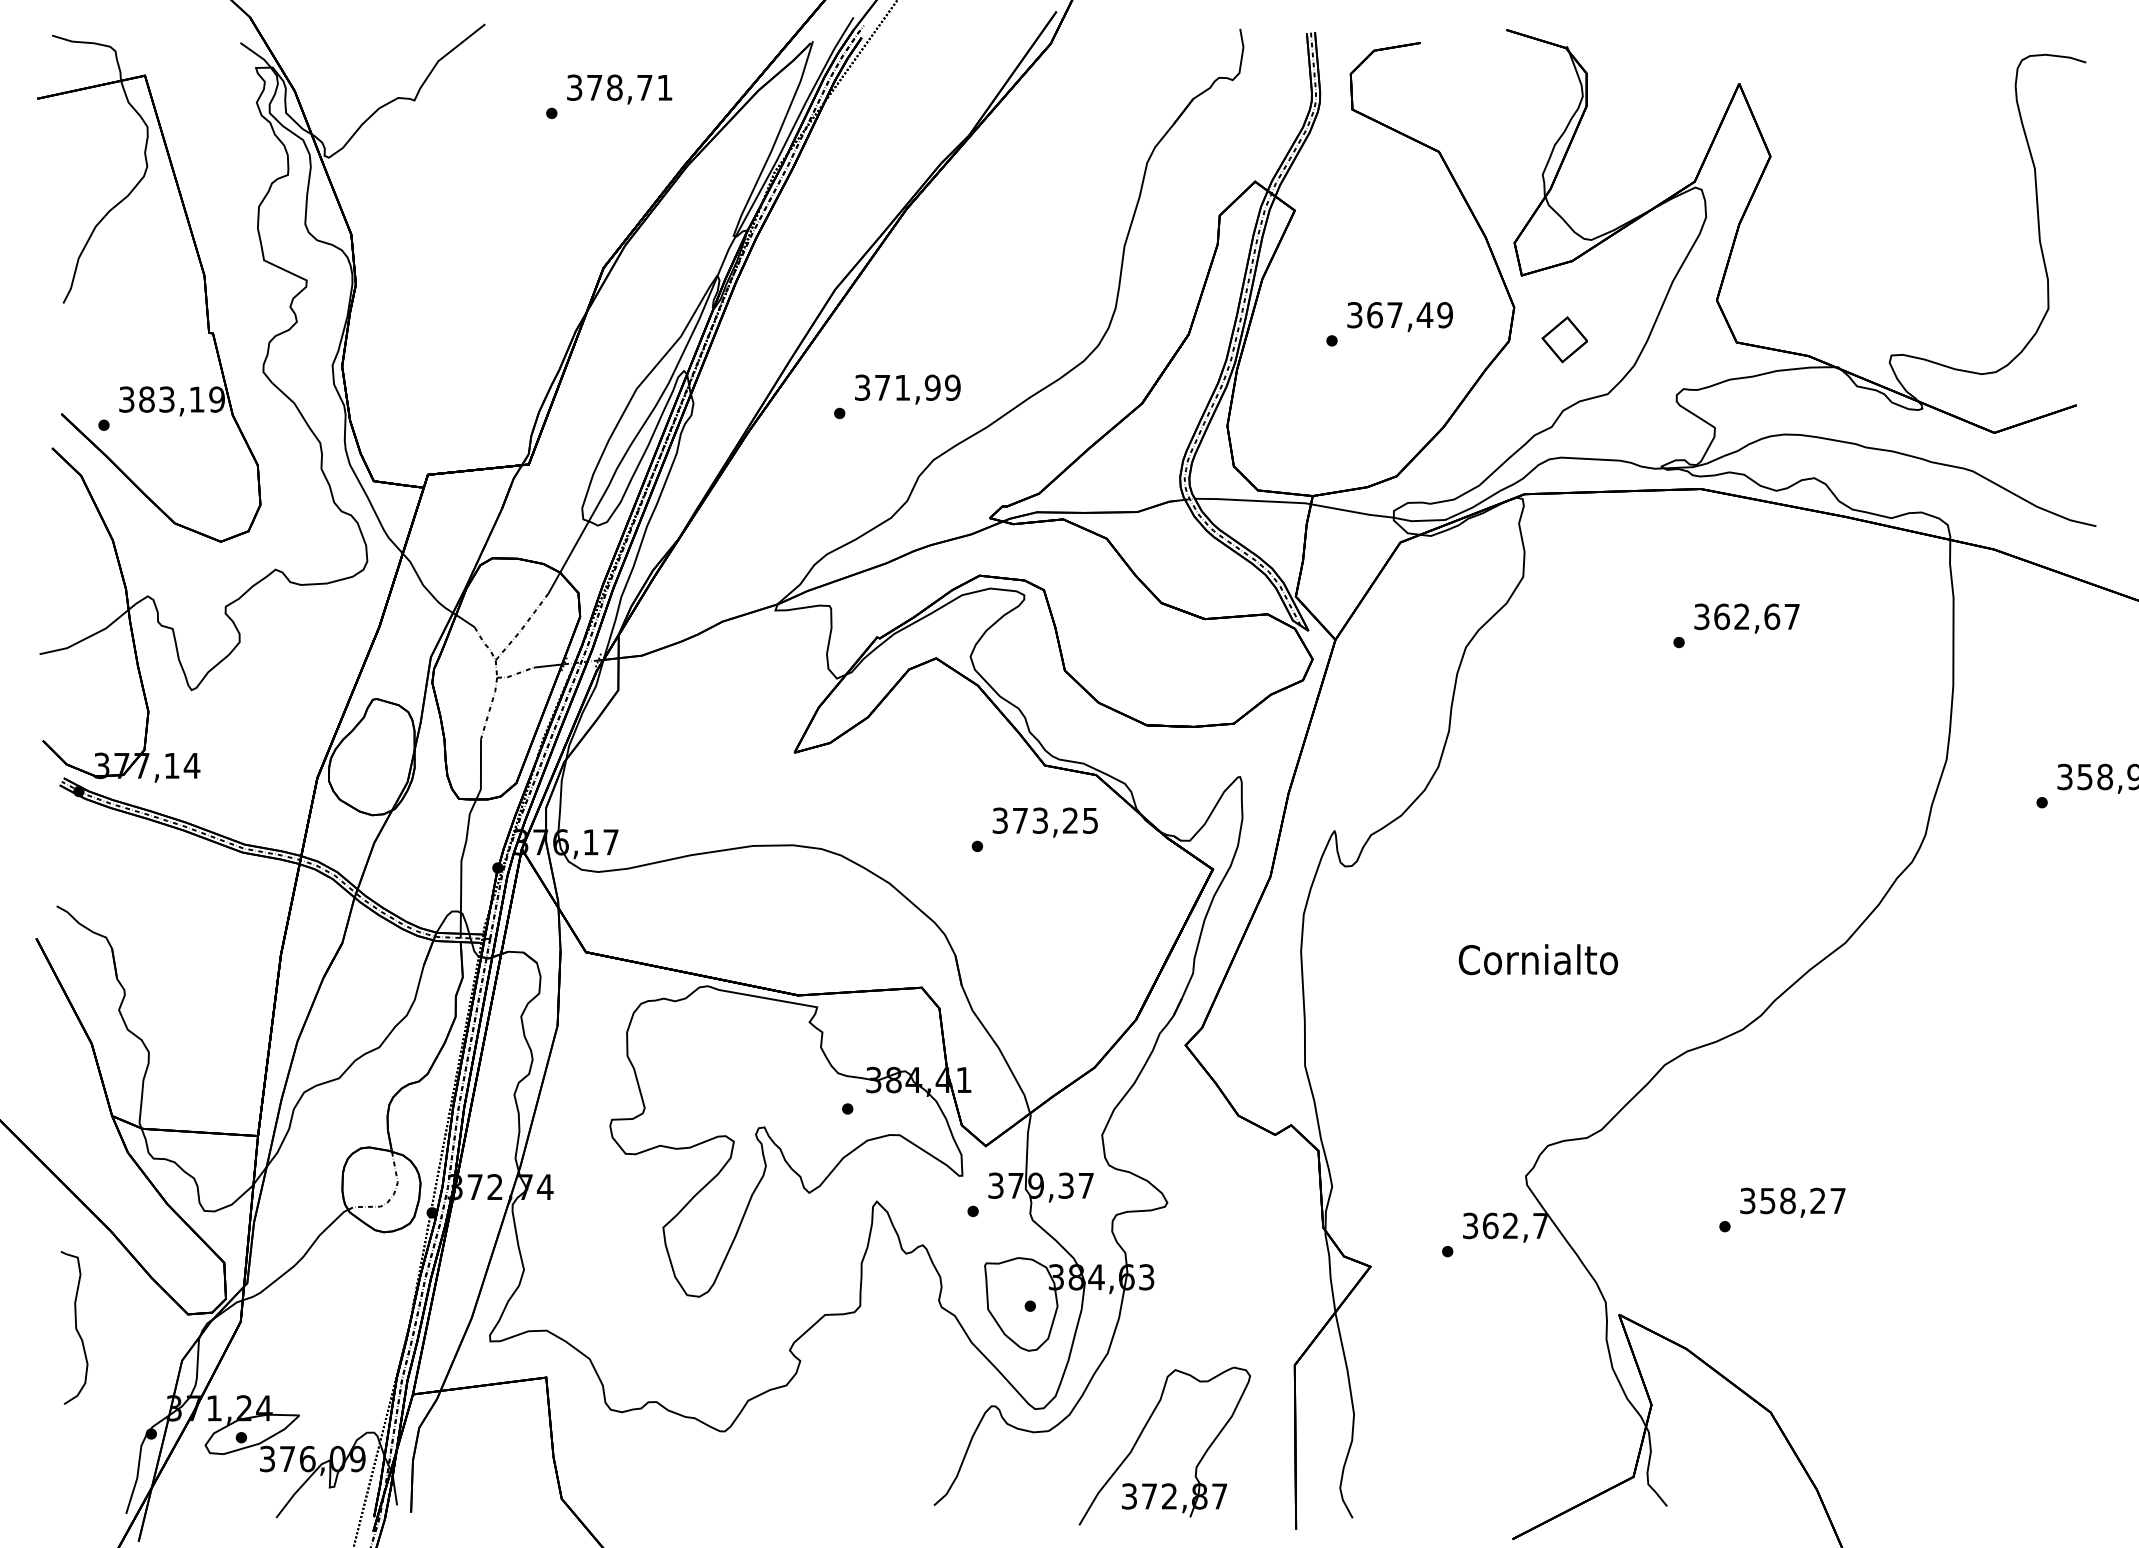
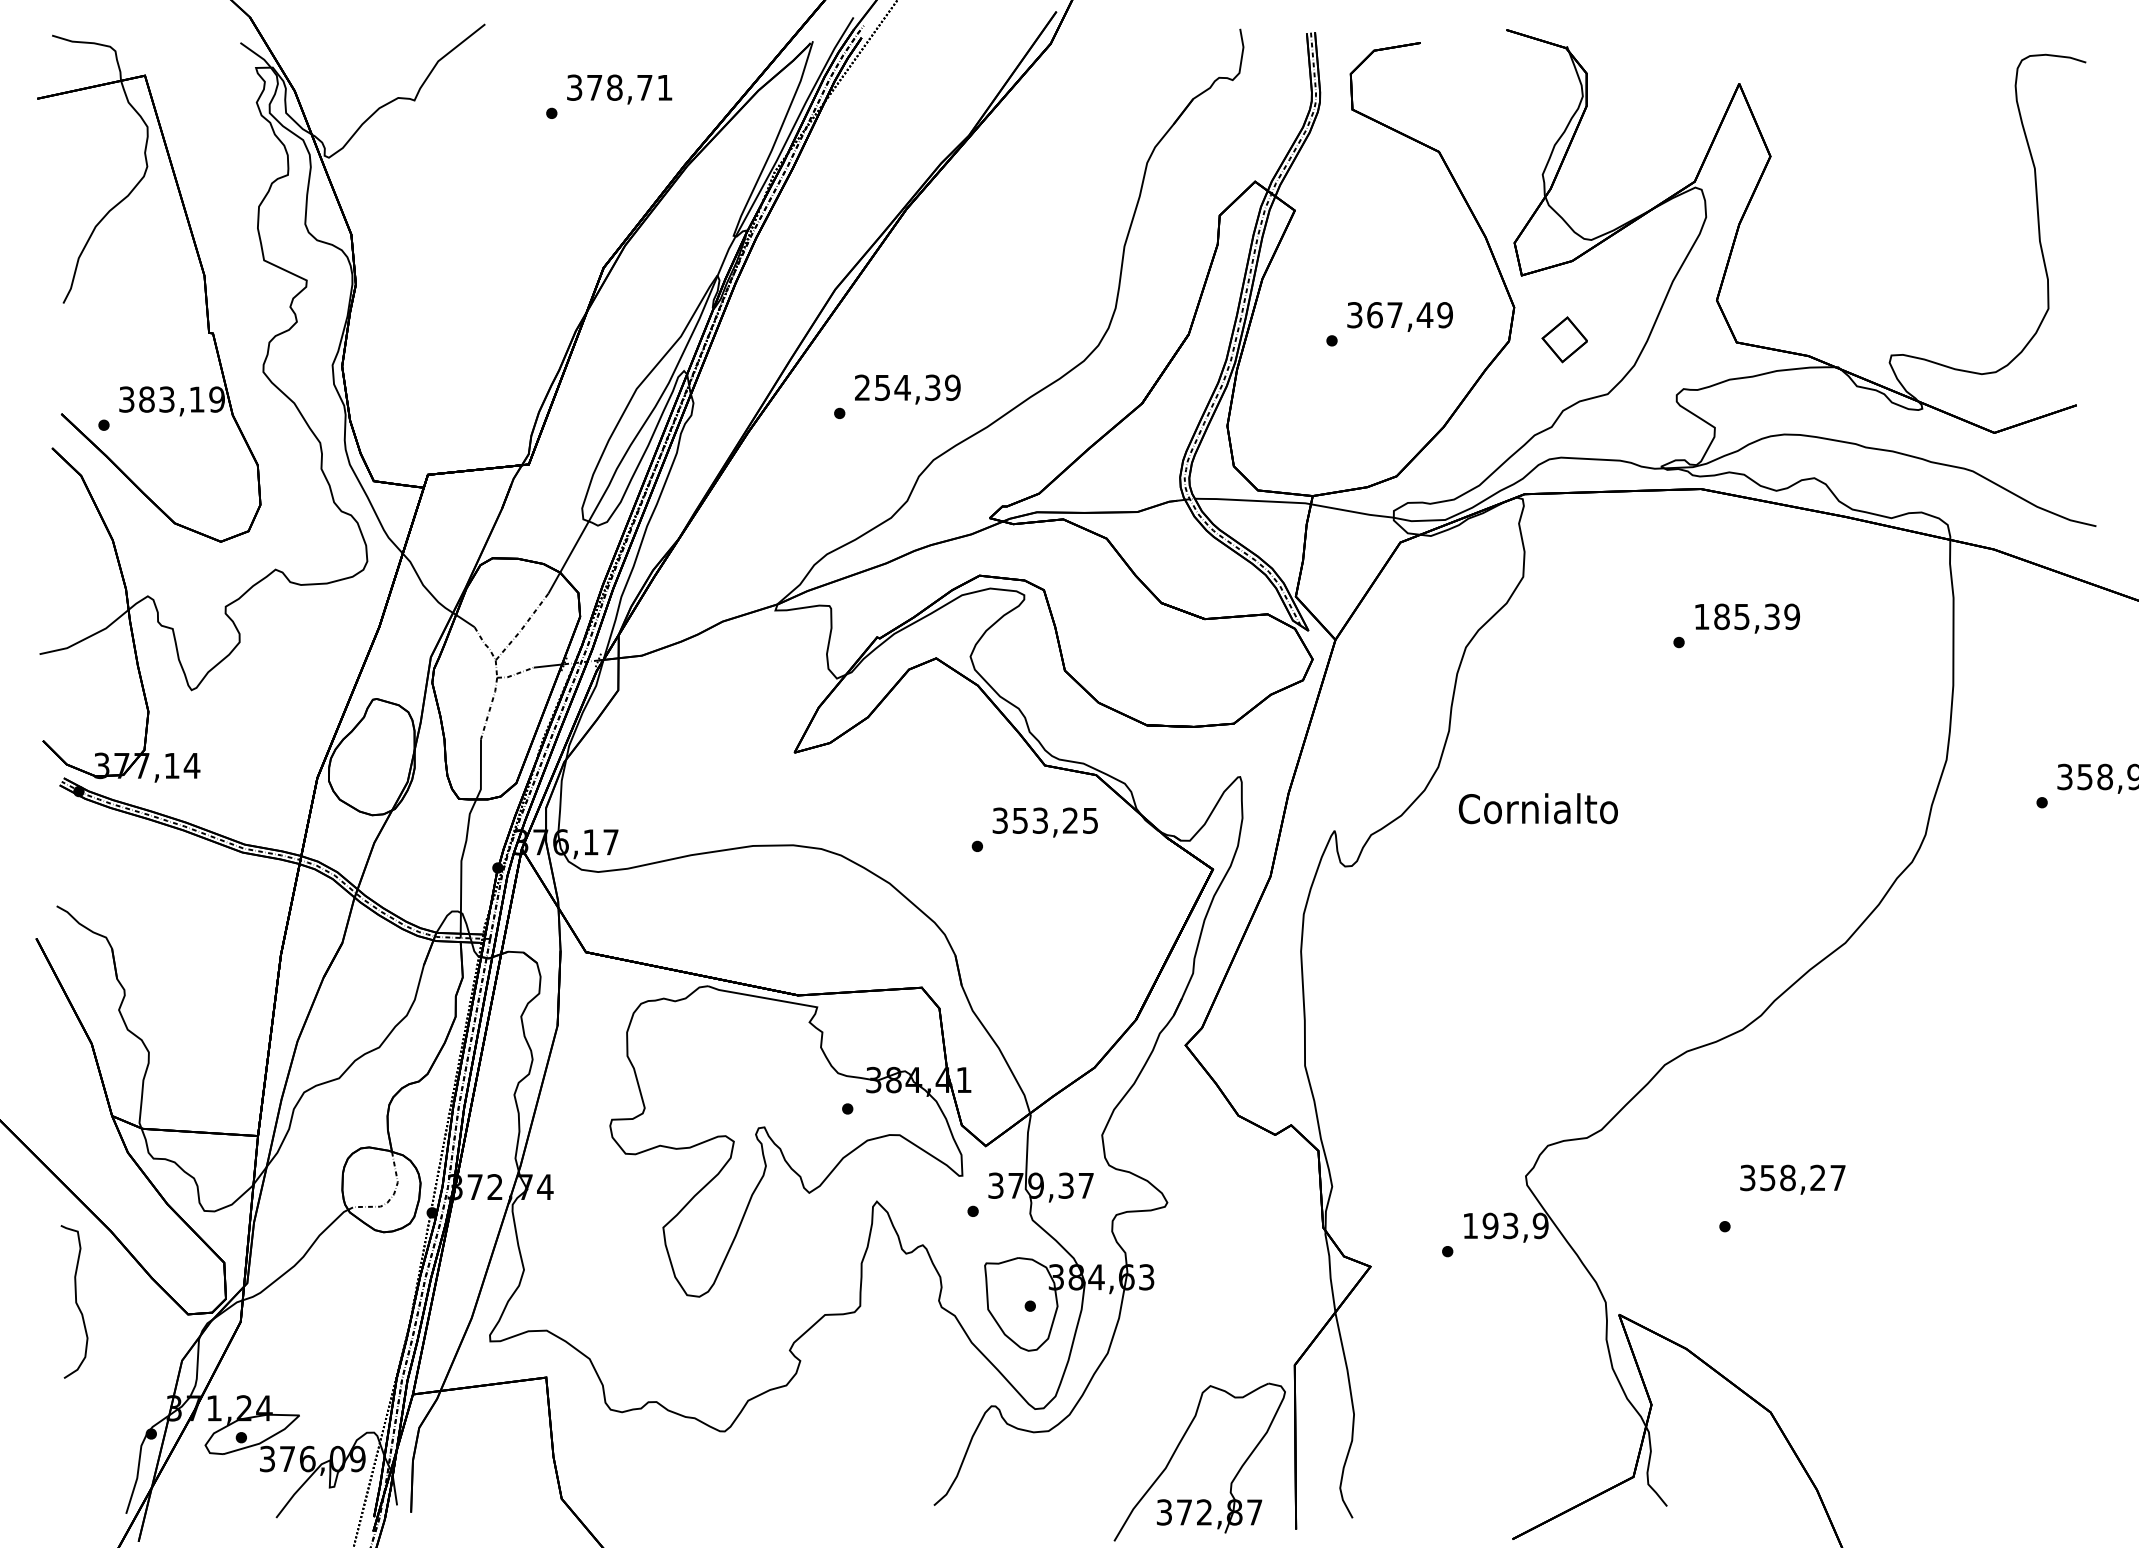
text at (897, 387): 371,99 -> 254,39
text at (1747, 616): 362,67 -> 185,39
text at (1019, 820): 373,25 -> 353,25
text at (1537, 959) position: (1537, 959) -> (1537, 808)
text at (1792, 1202) position: (1792, 1202) -> (1792, 1179)
text at (1505, 1225): 362,7 -> 193,9
curve at (75, 1327) position: (75, 1327) -> (75, 1301)
part at (1142, 1433) position: (1142, 1433) -> (1177, 1449)
